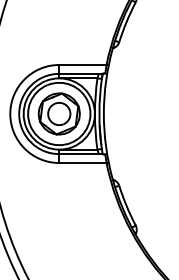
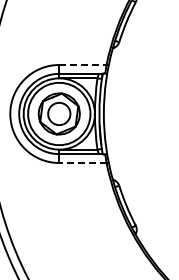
line at (82, 64): solid -> dashed
line at (82, 163): solid -> dashed
